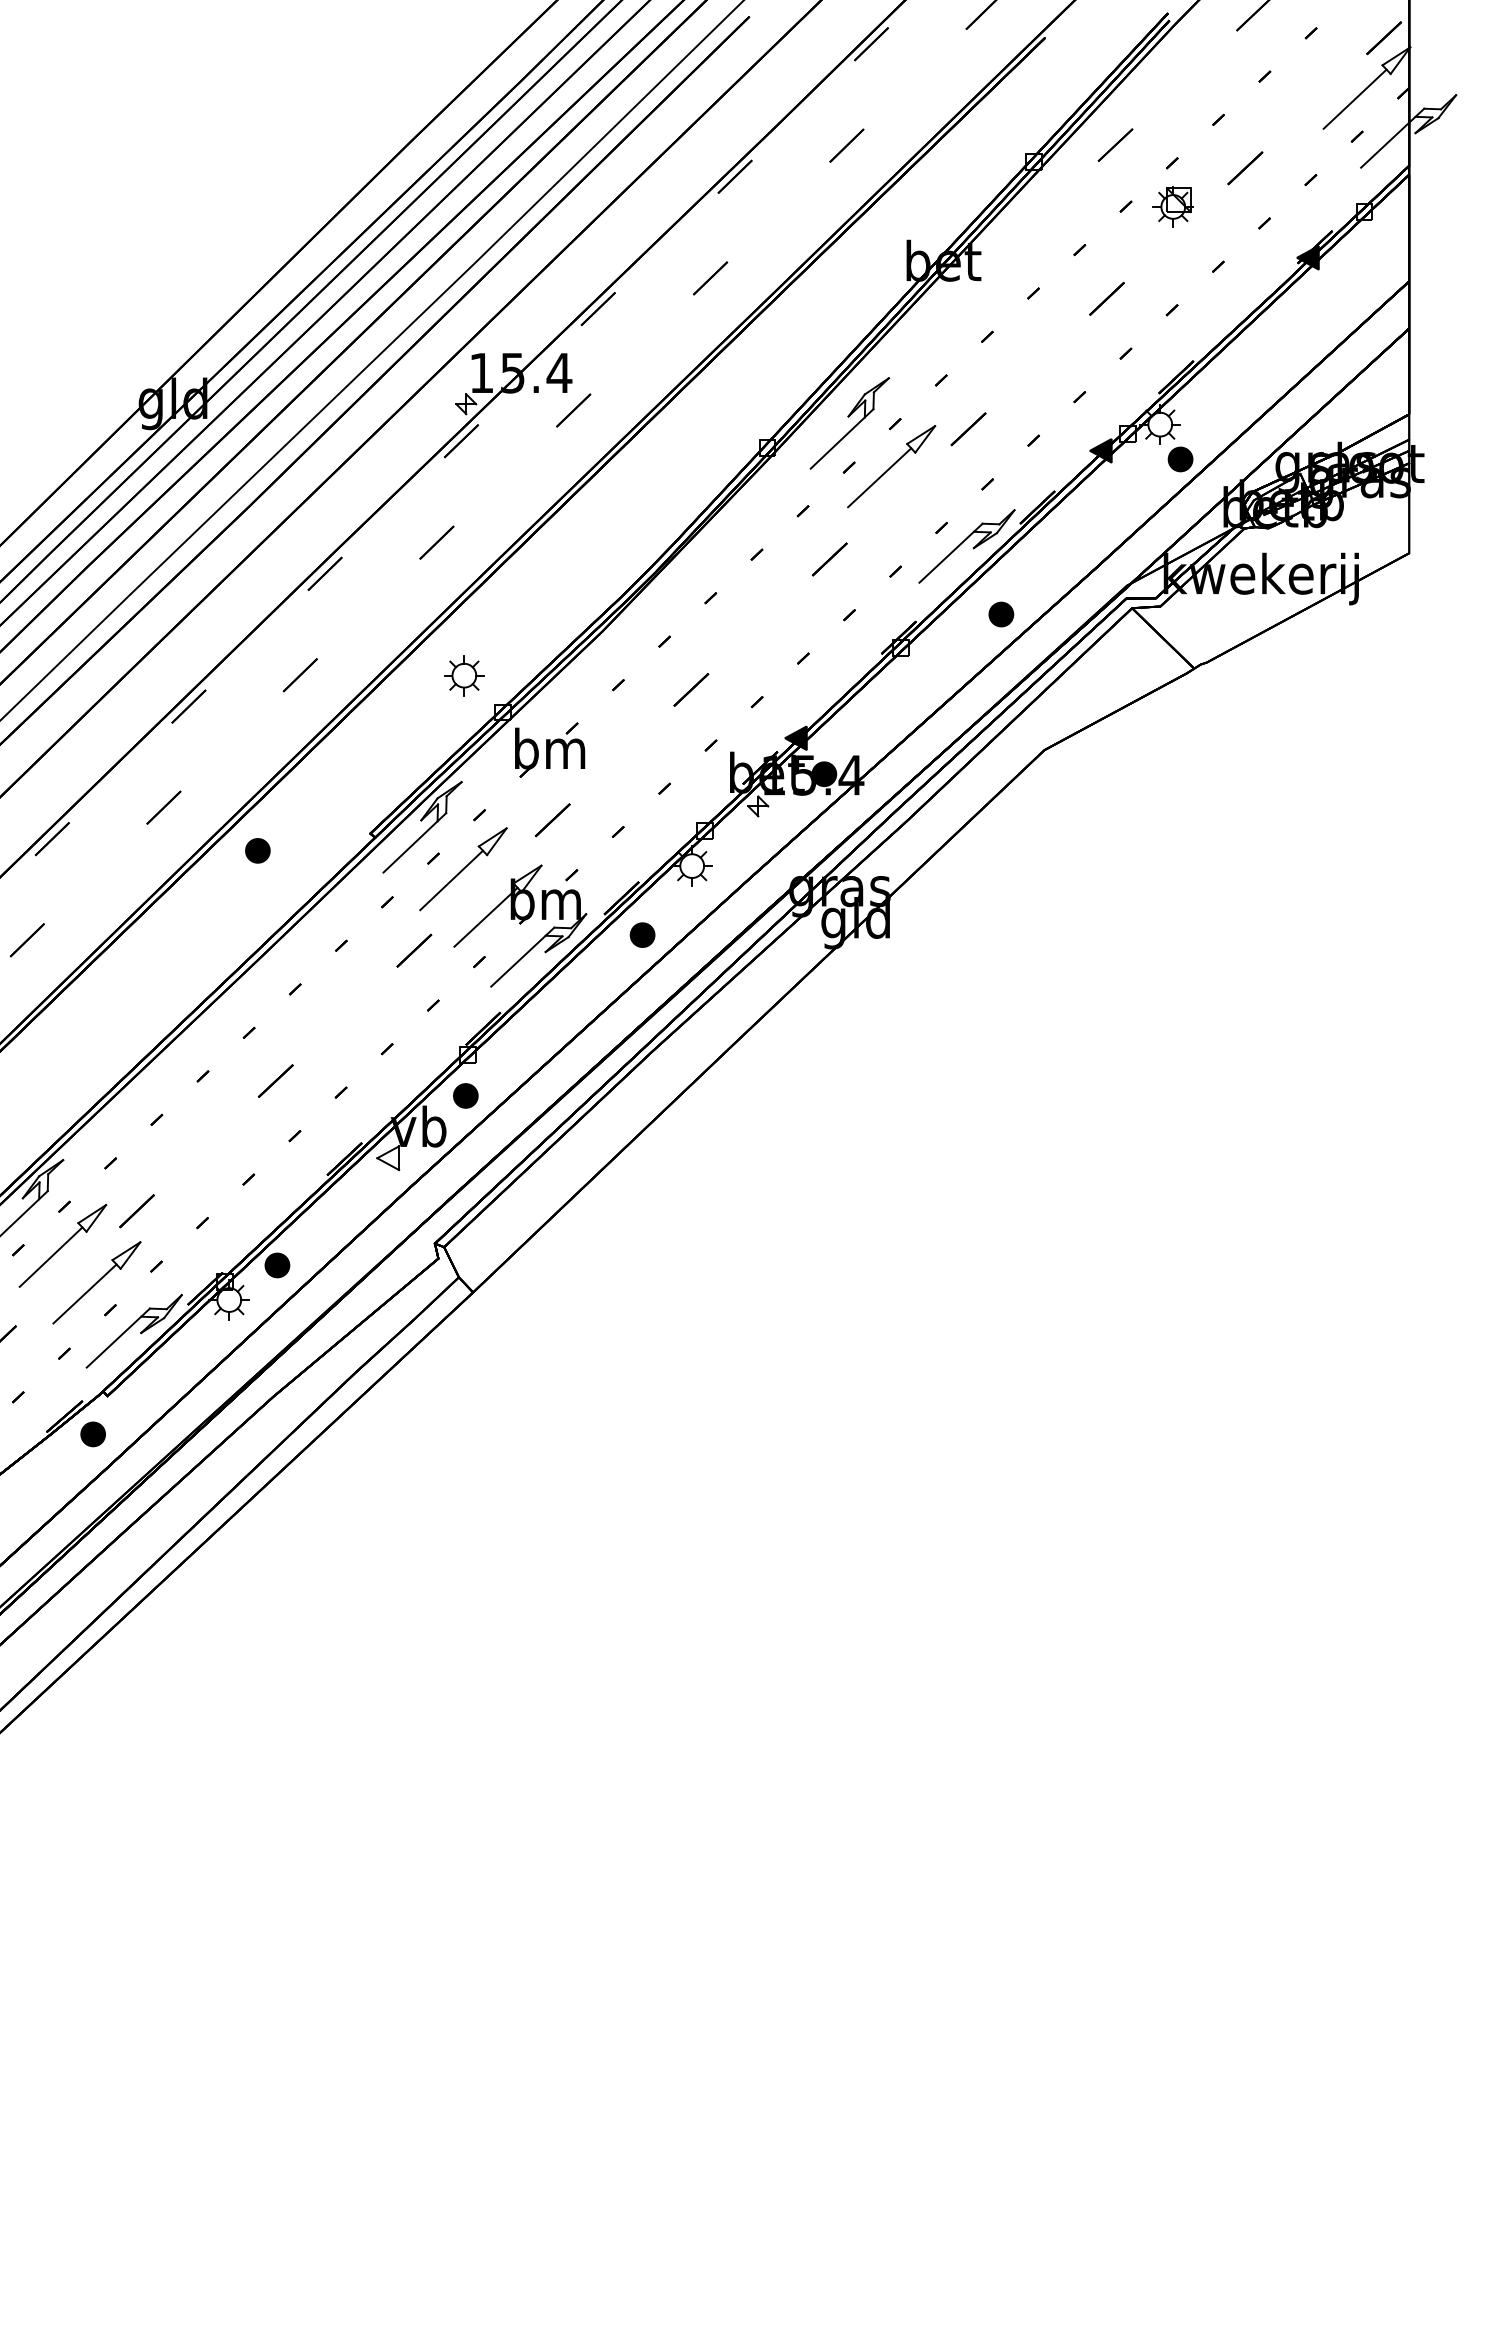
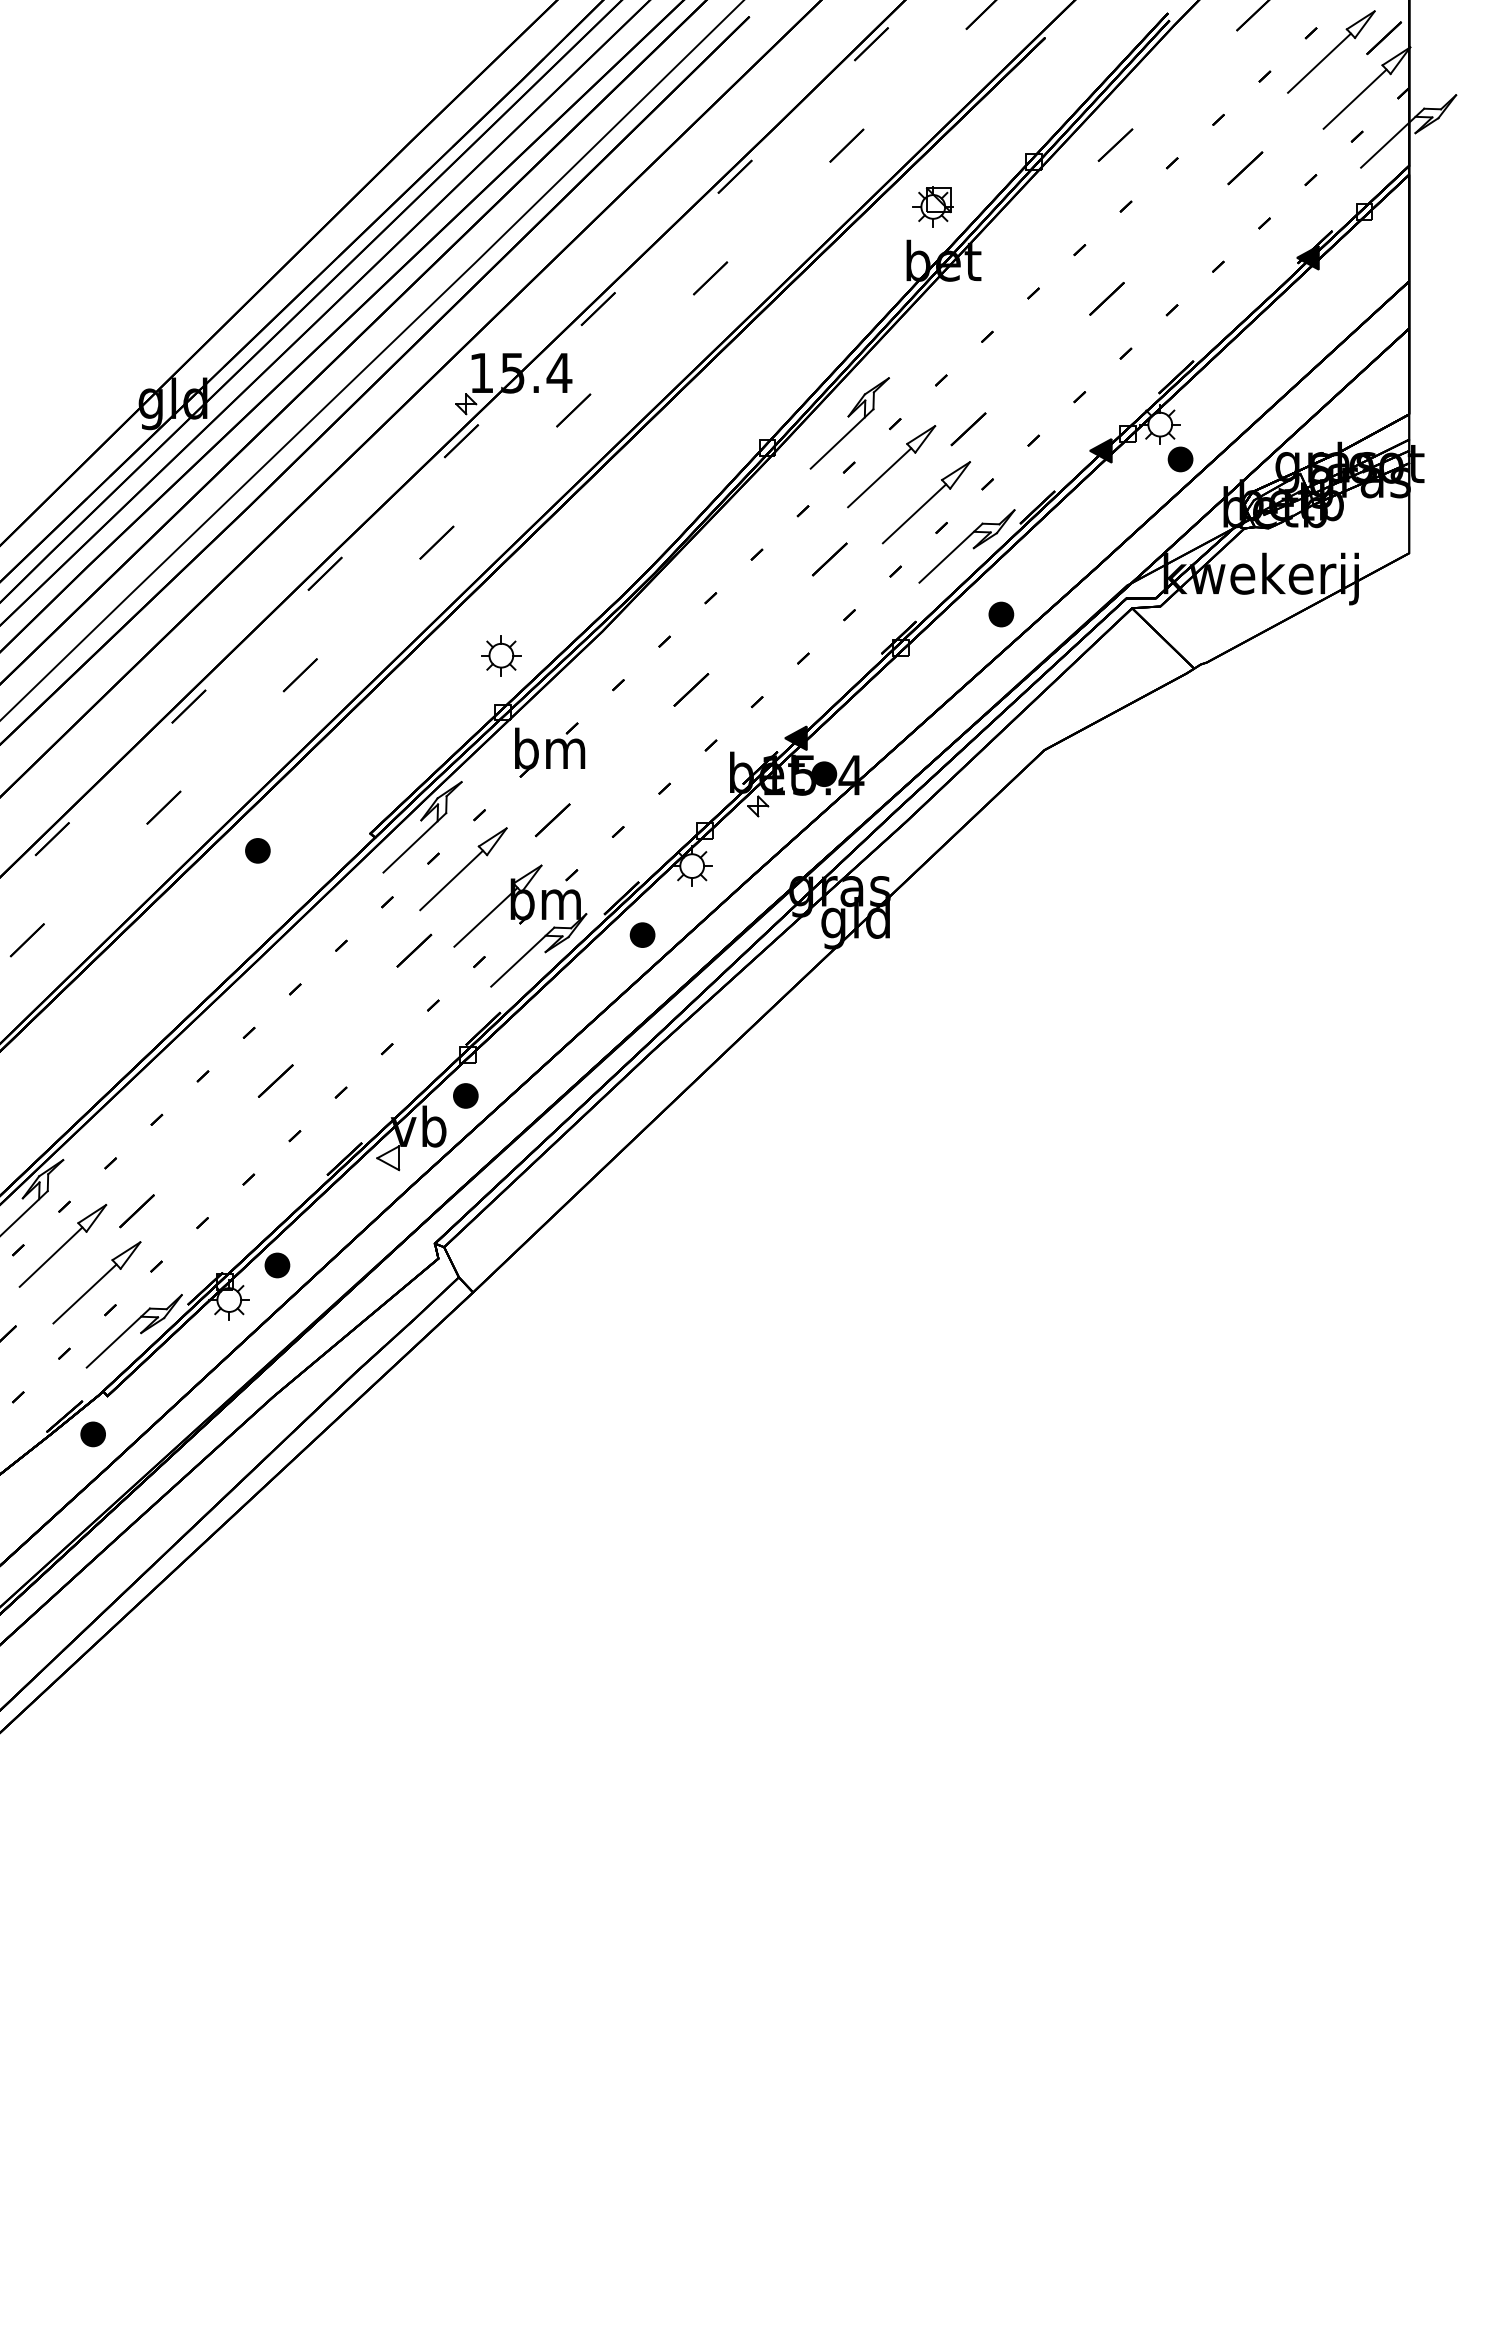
part at (1331, 51): none -> present
part at (1172, 206) position: (1172, 206) -> (932, 206)
part at (926, 502): none -> present
part at (464, 675) position: (464, 675) -> (501, 655)
